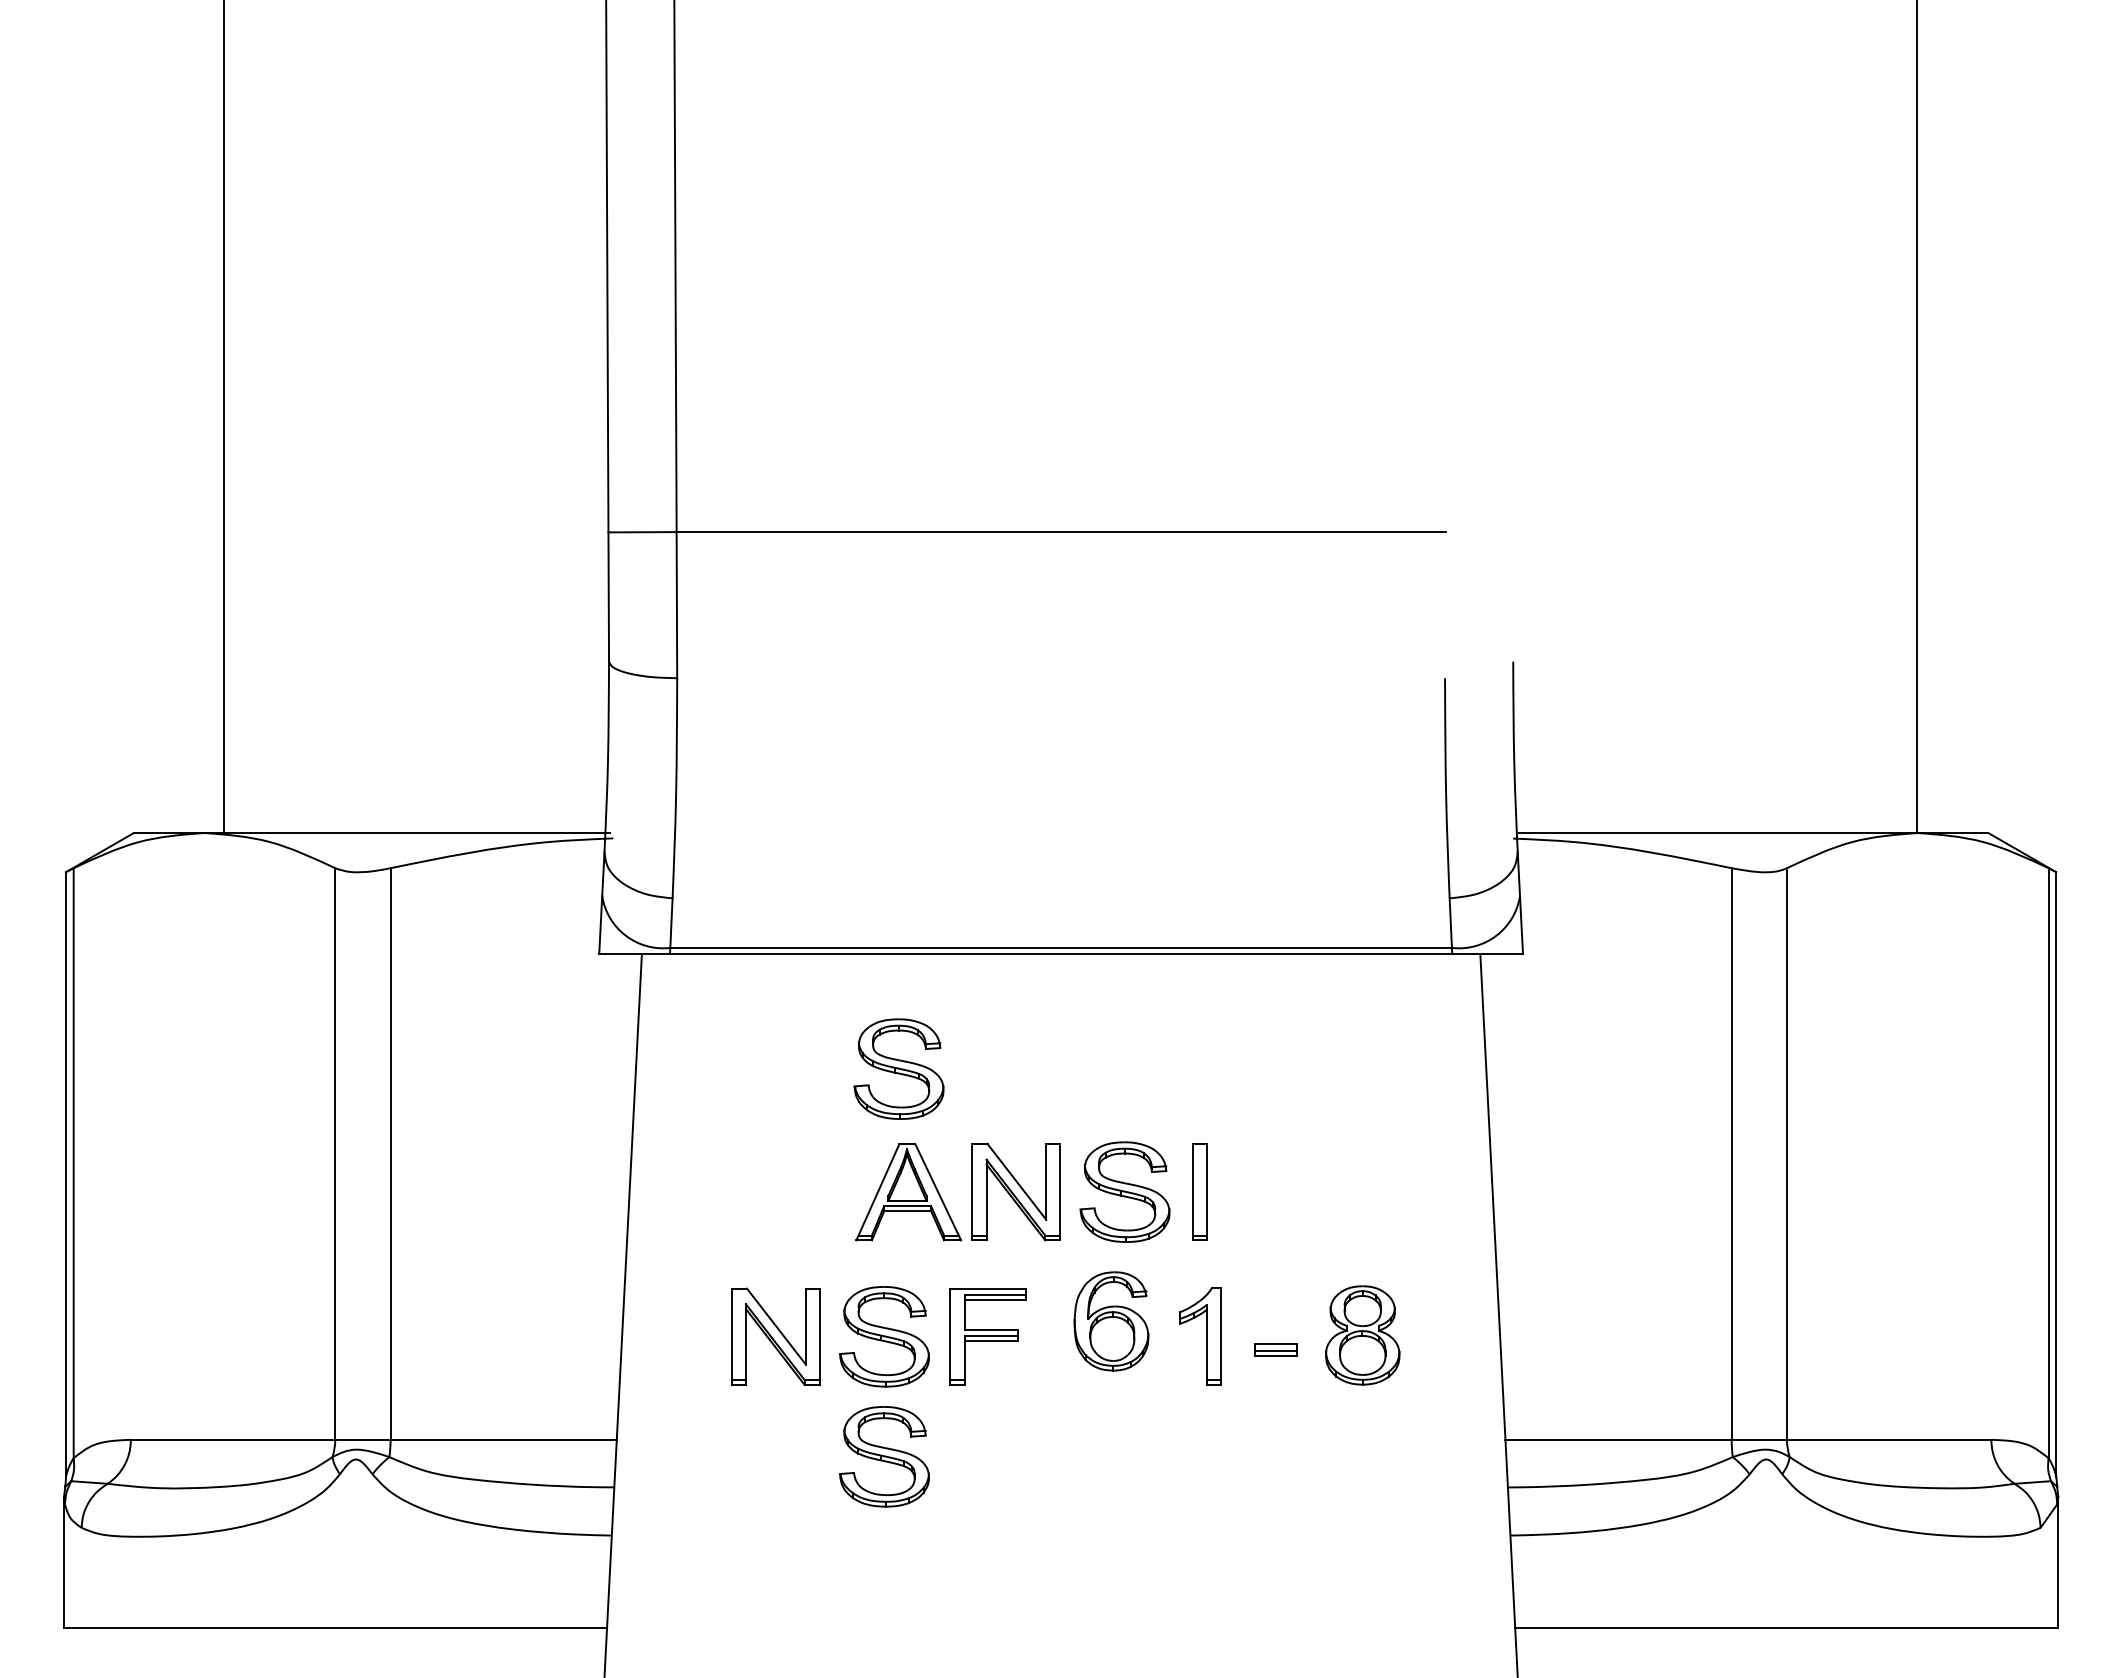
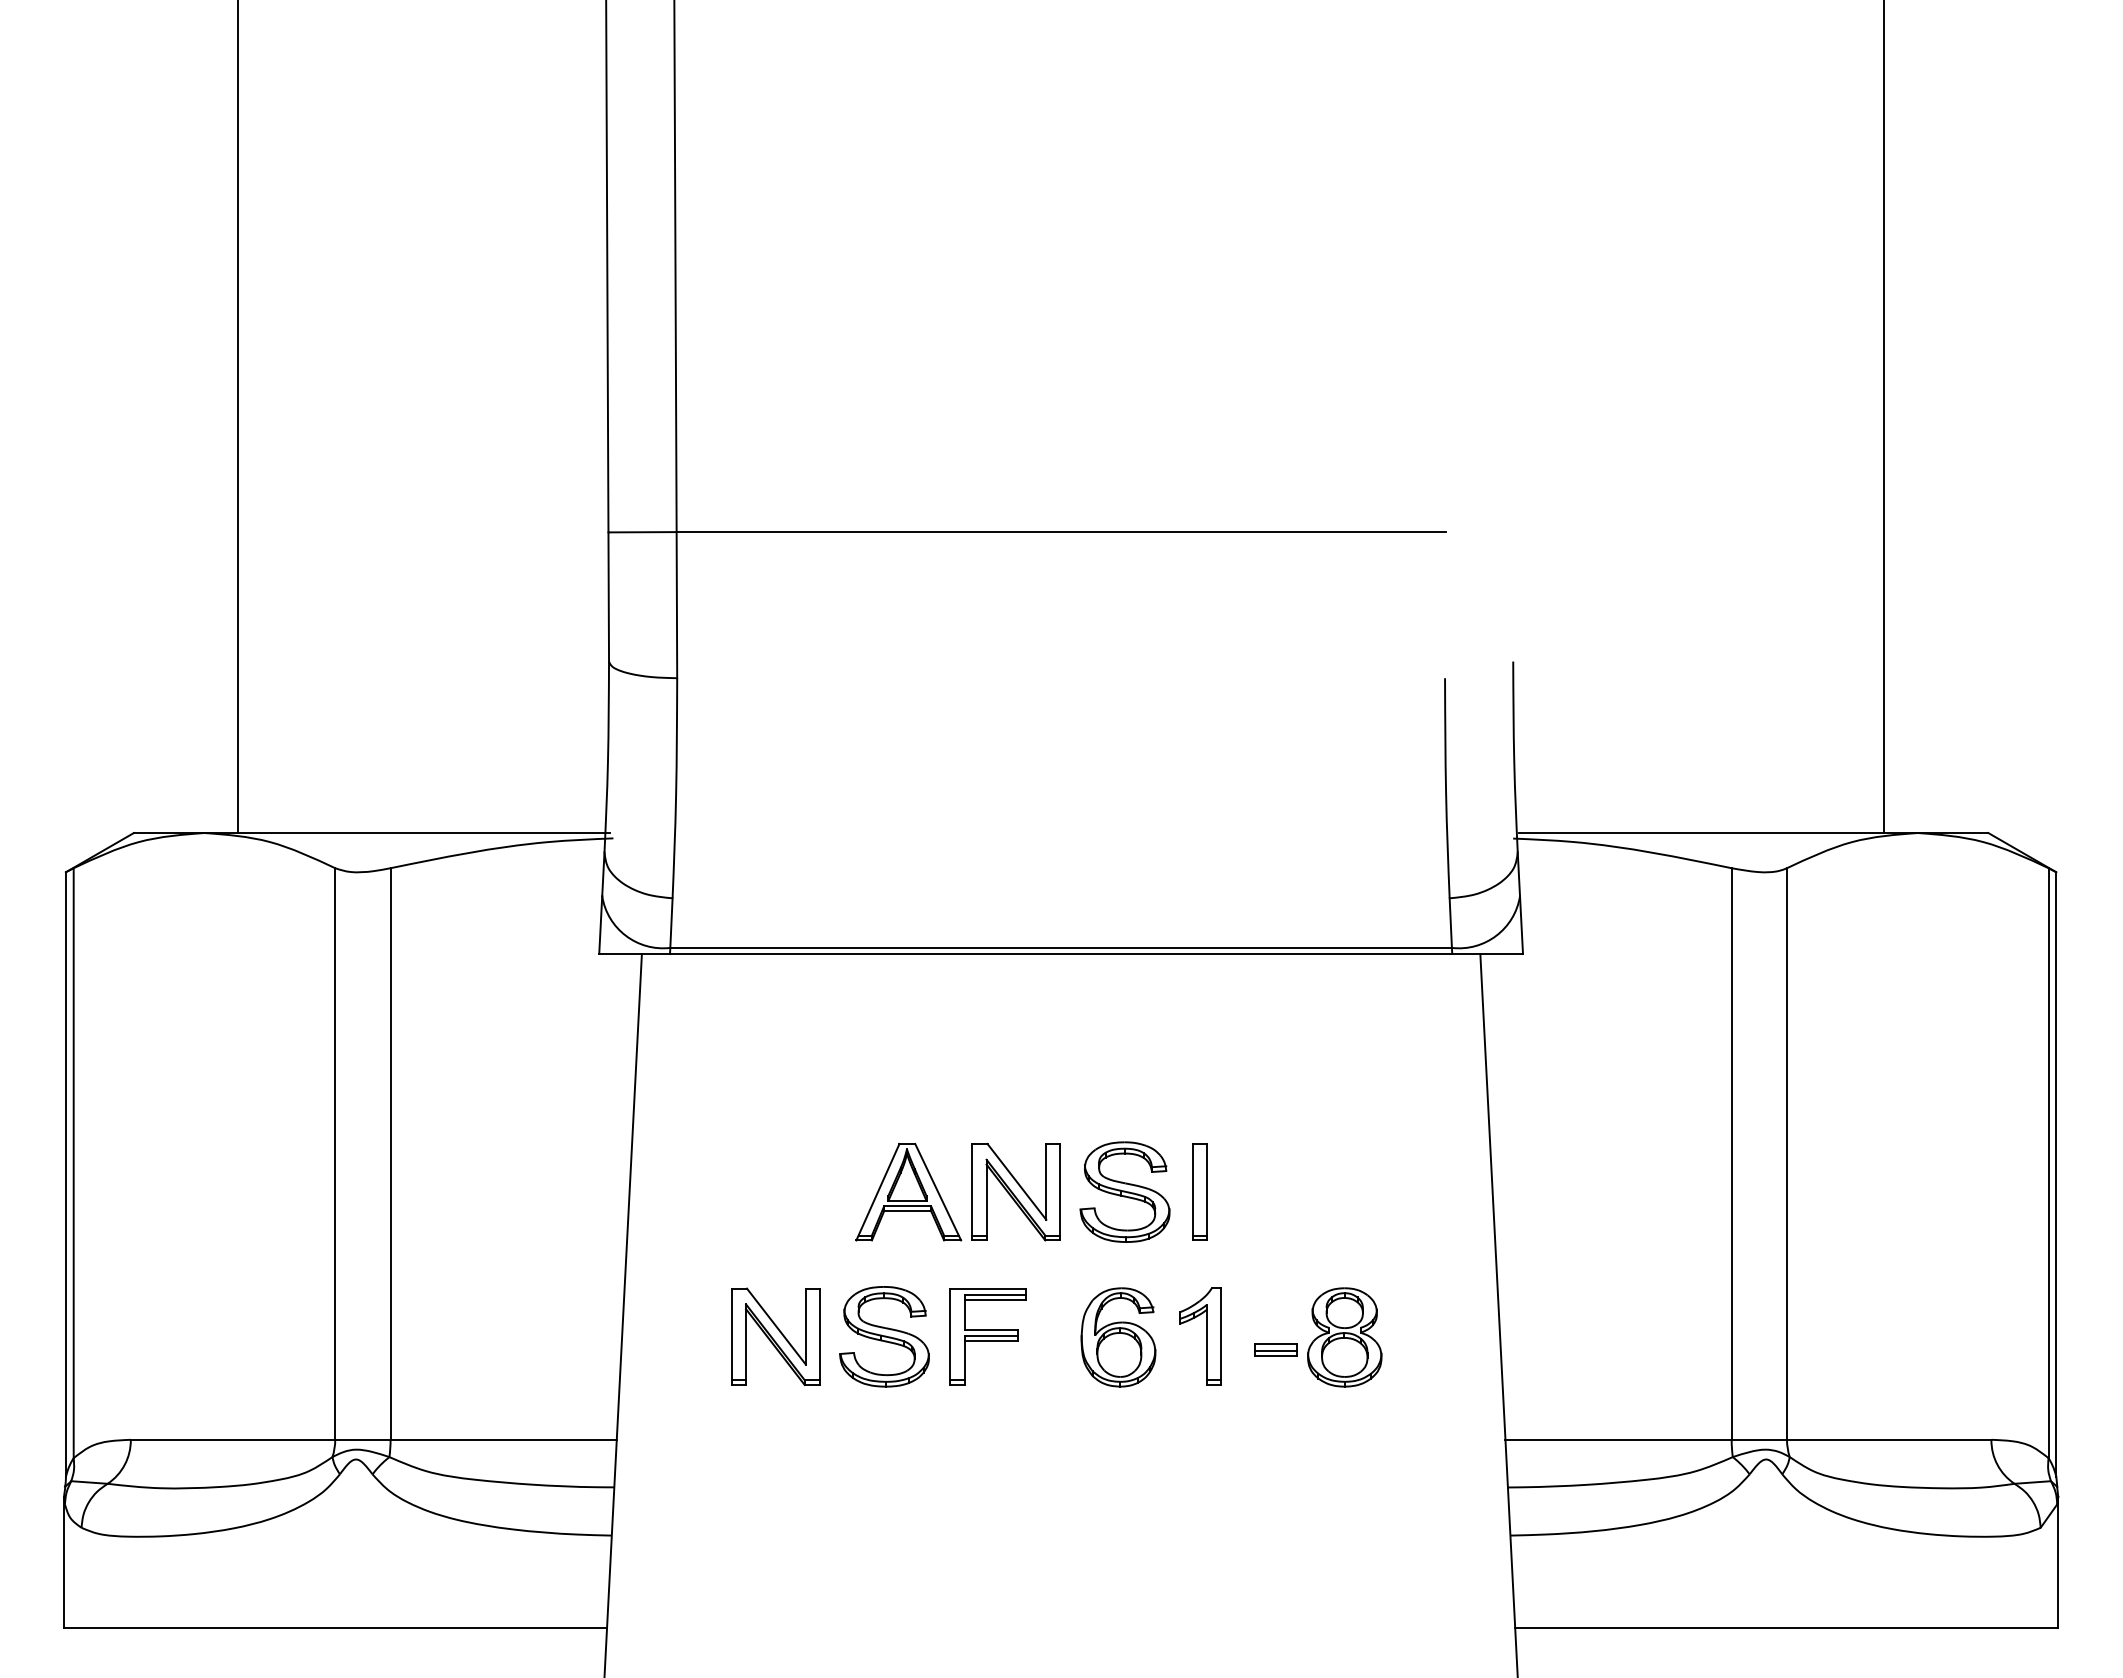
line at (223, 417) position: (223, 417) -> (237, 417)
line at (1917, 417) position: (1917, 417) -> (1884, 417)
part at (898, 1068): present -> none
part at (1111, 1321) position: (1111, 1321) -> (1118, 1337)
part at (1362, 1335) position: (1362, 1335) -> (1344, 1337)
part at (884, 1456): present -> none
